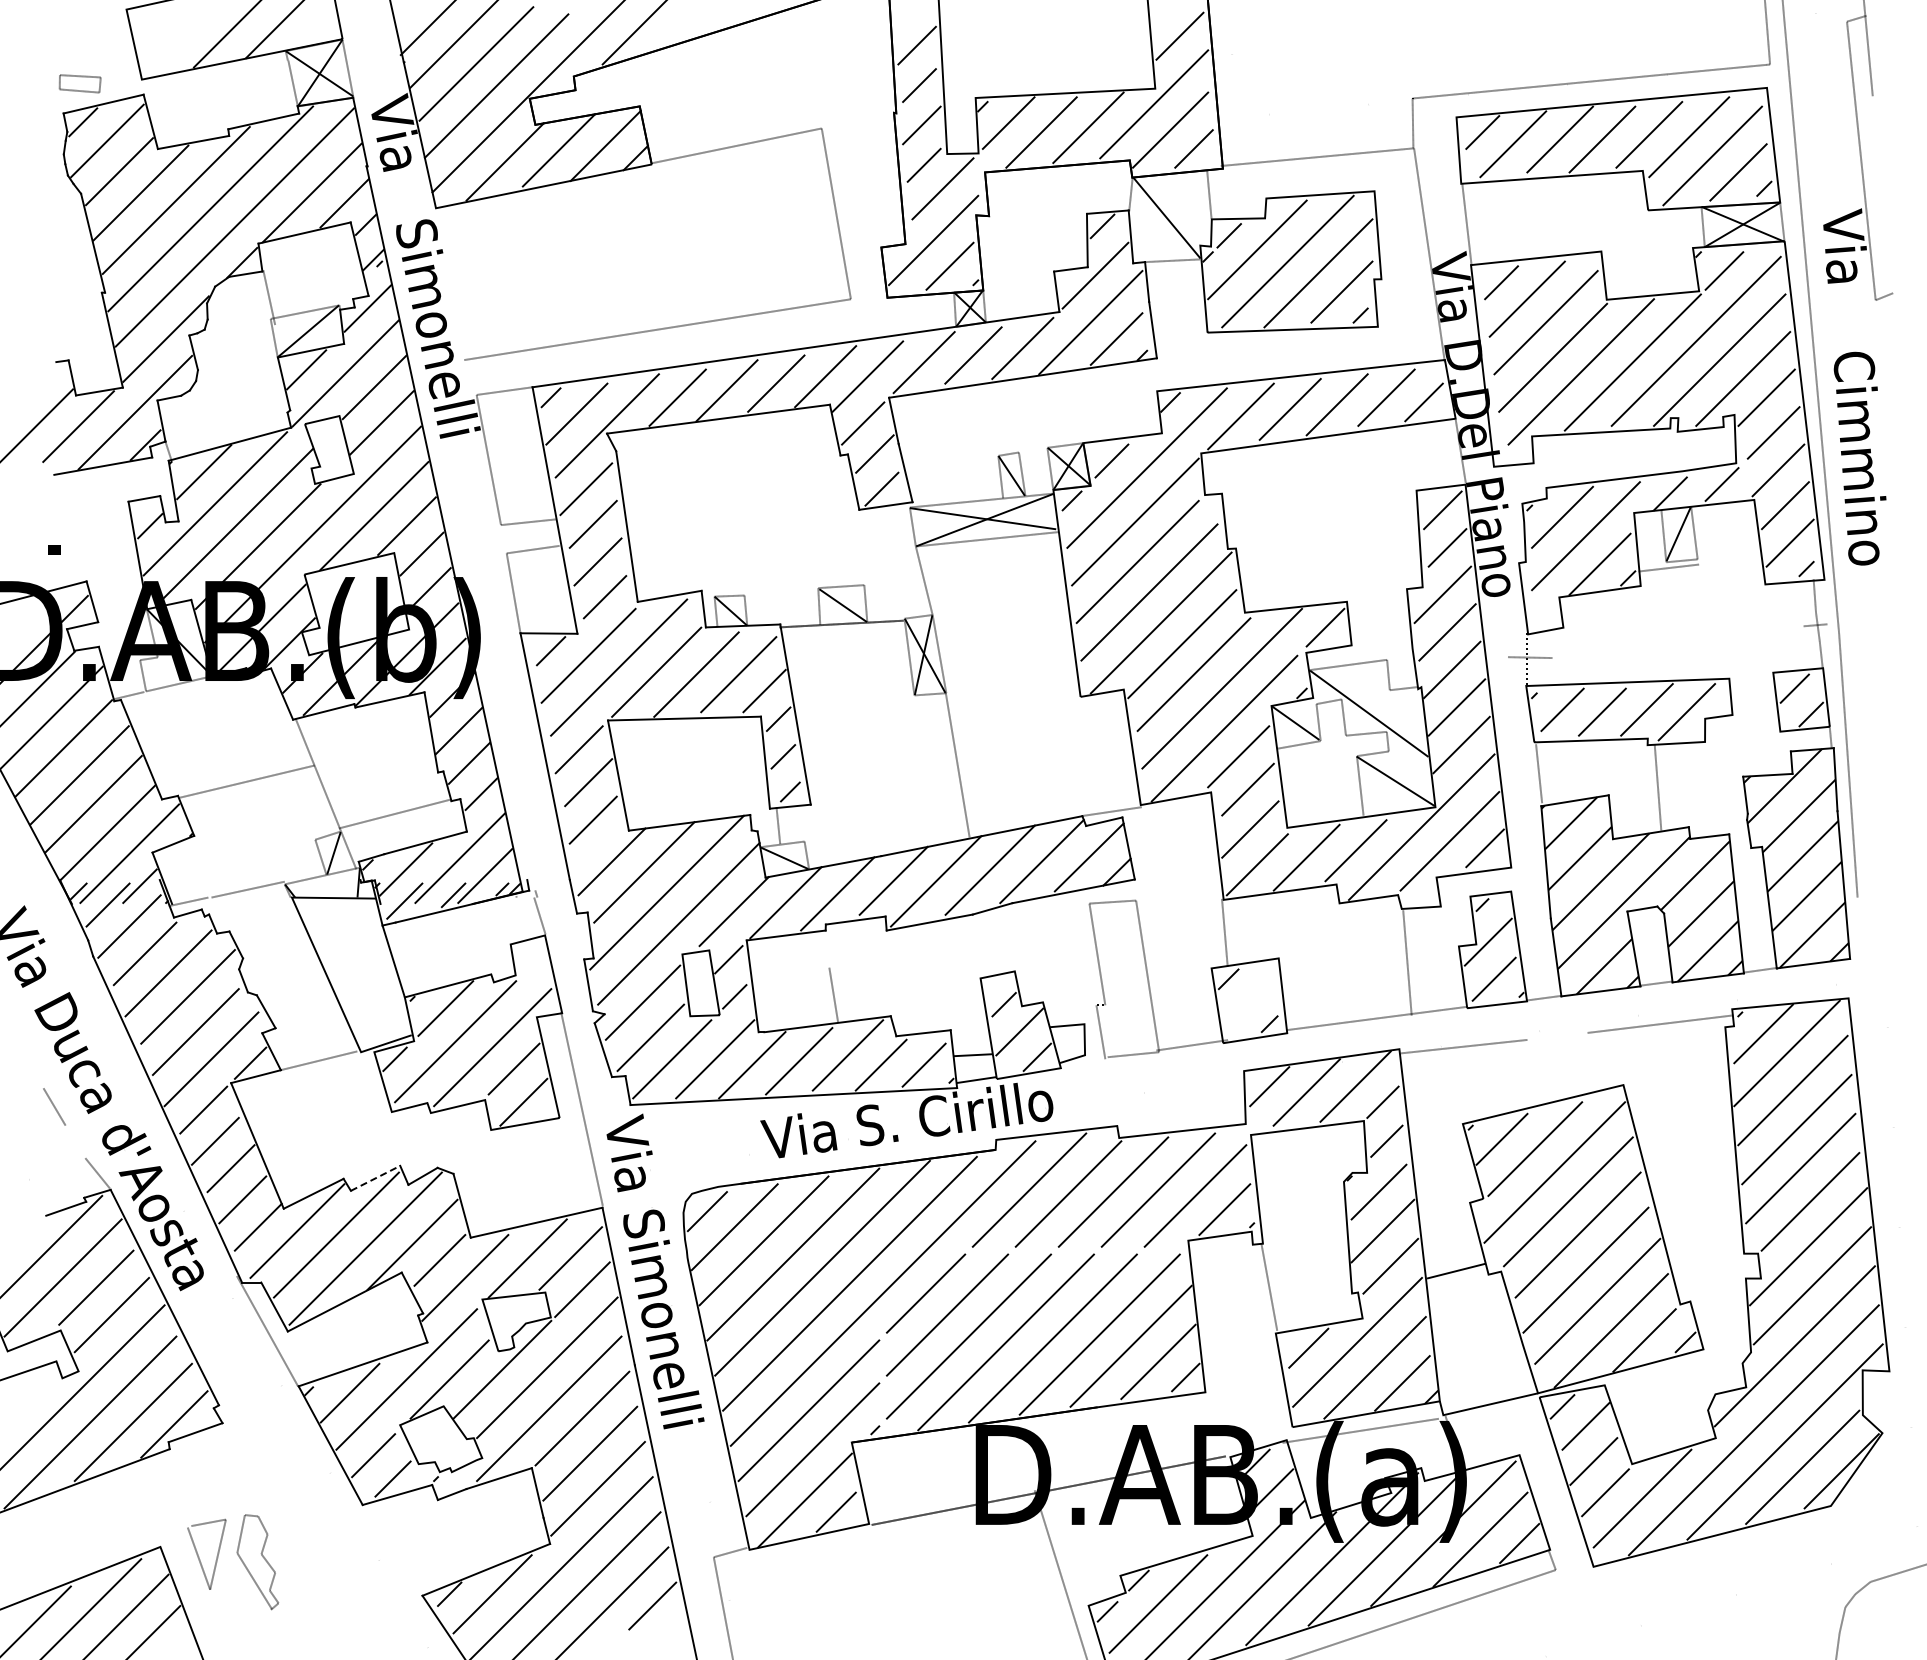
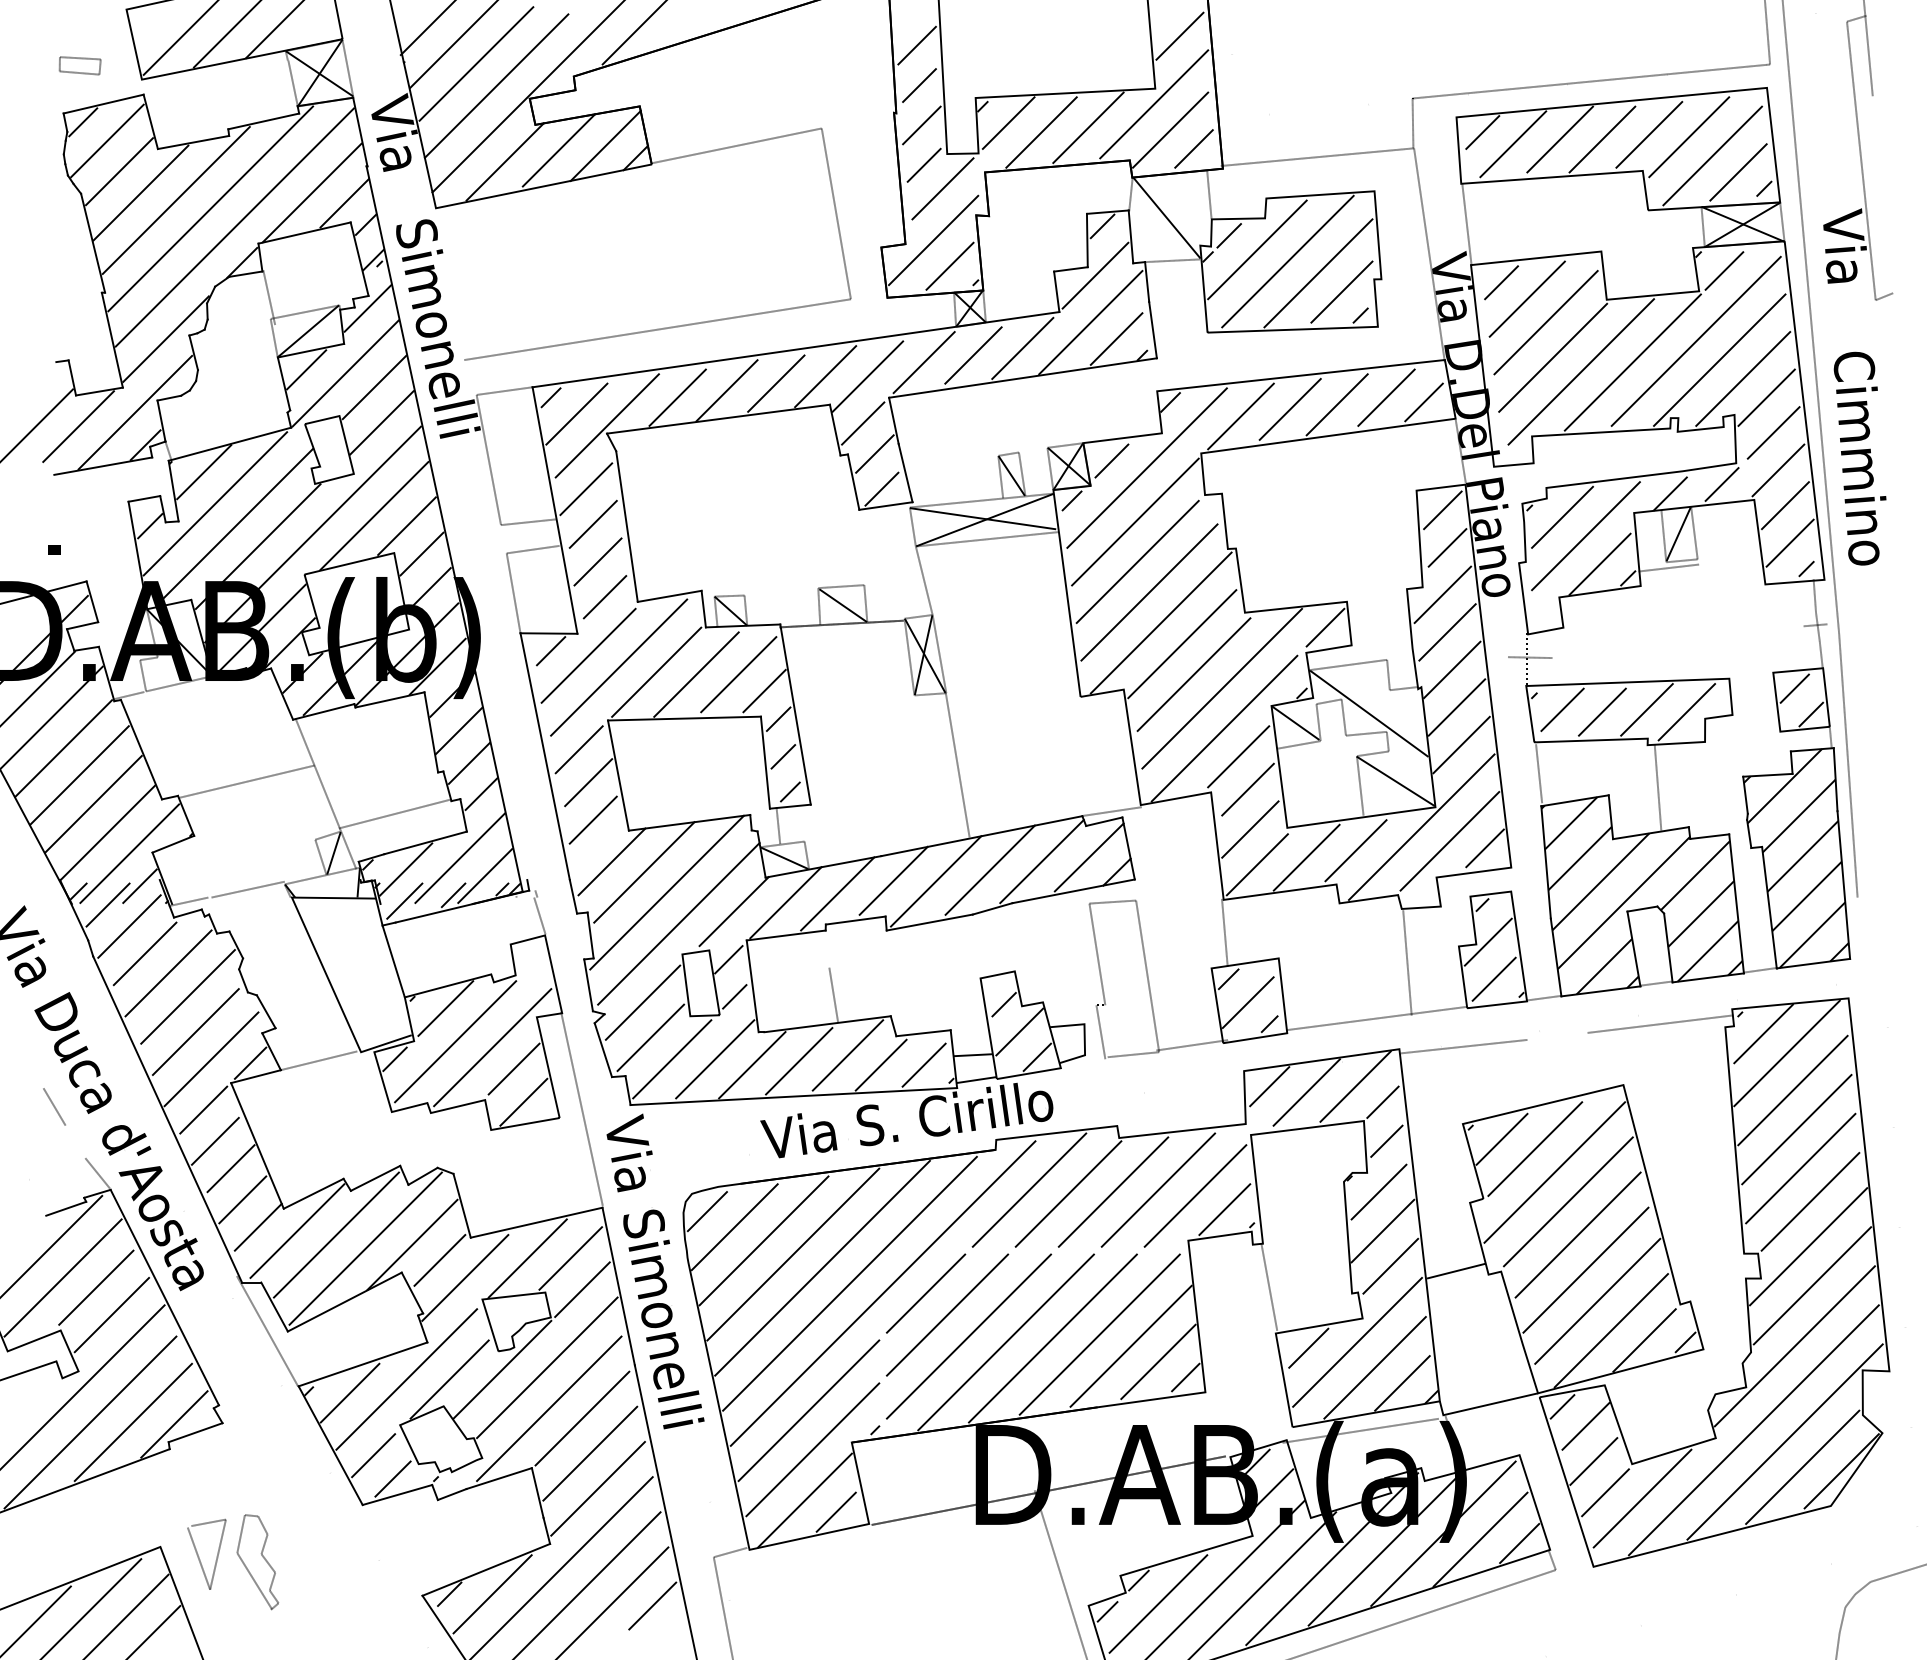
line at (179, 38): none -> present
part at (79, 83) position: (79, 83) -> (79, 65)
line at (1247, 1002): none -> present
line at (375, 1178): dashed -> solid
